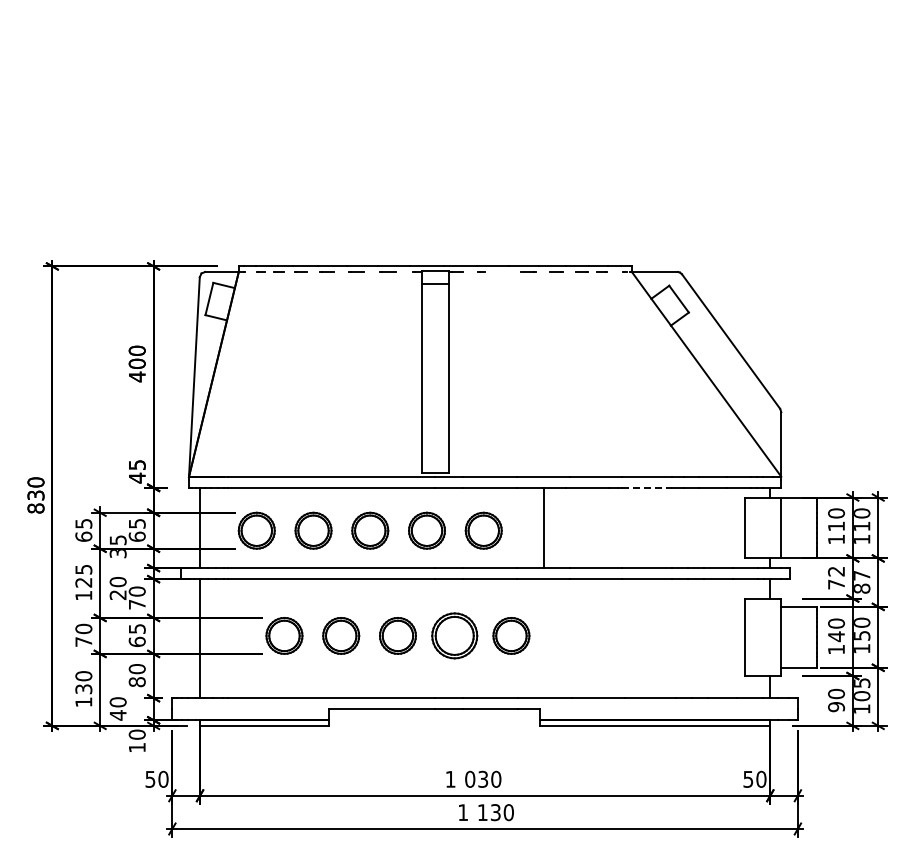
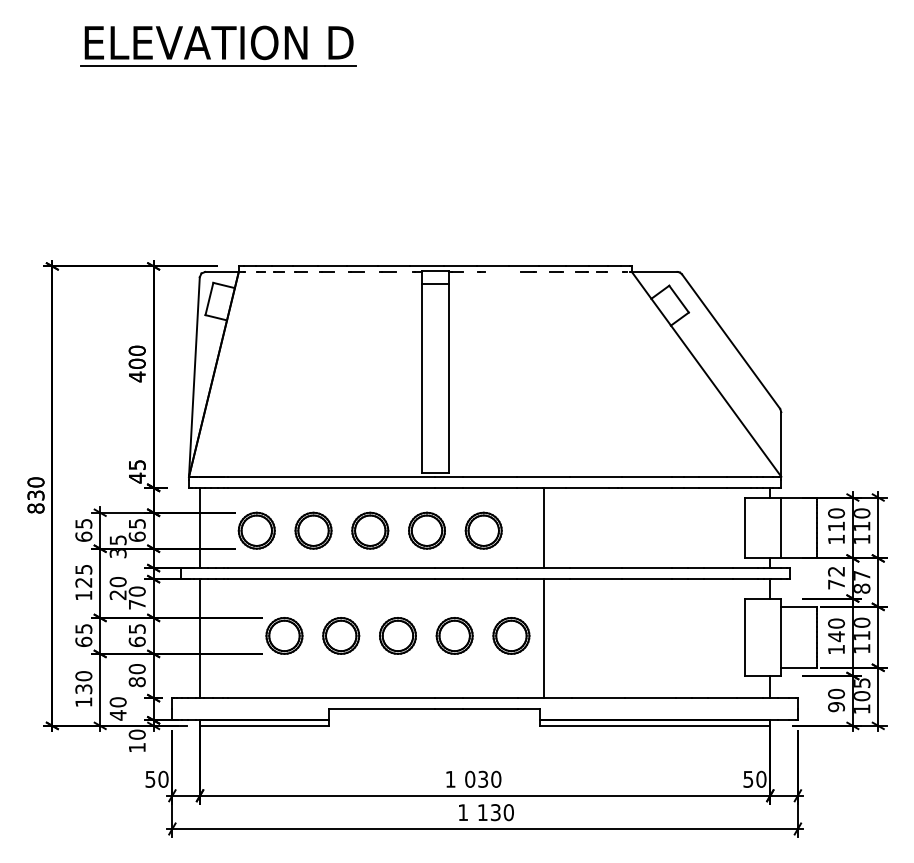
part at (218, 45): none -> present
line at (647, 487): dashed -> solid
text at (83, 634): 70 -> 65
part at (454, 635) size: 48x48 px -> 39x38 px
text at (862, 635): 150 -> 110
line at (544, 638): none -> present
